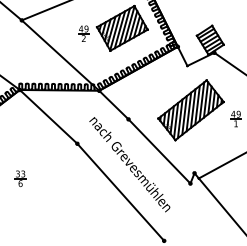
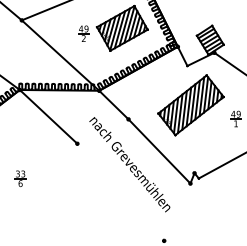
part at (190, 110) position: (190, 110) -> (190, 105)
line at (120, 191): present -> none
line at (220, 204): present -> none
